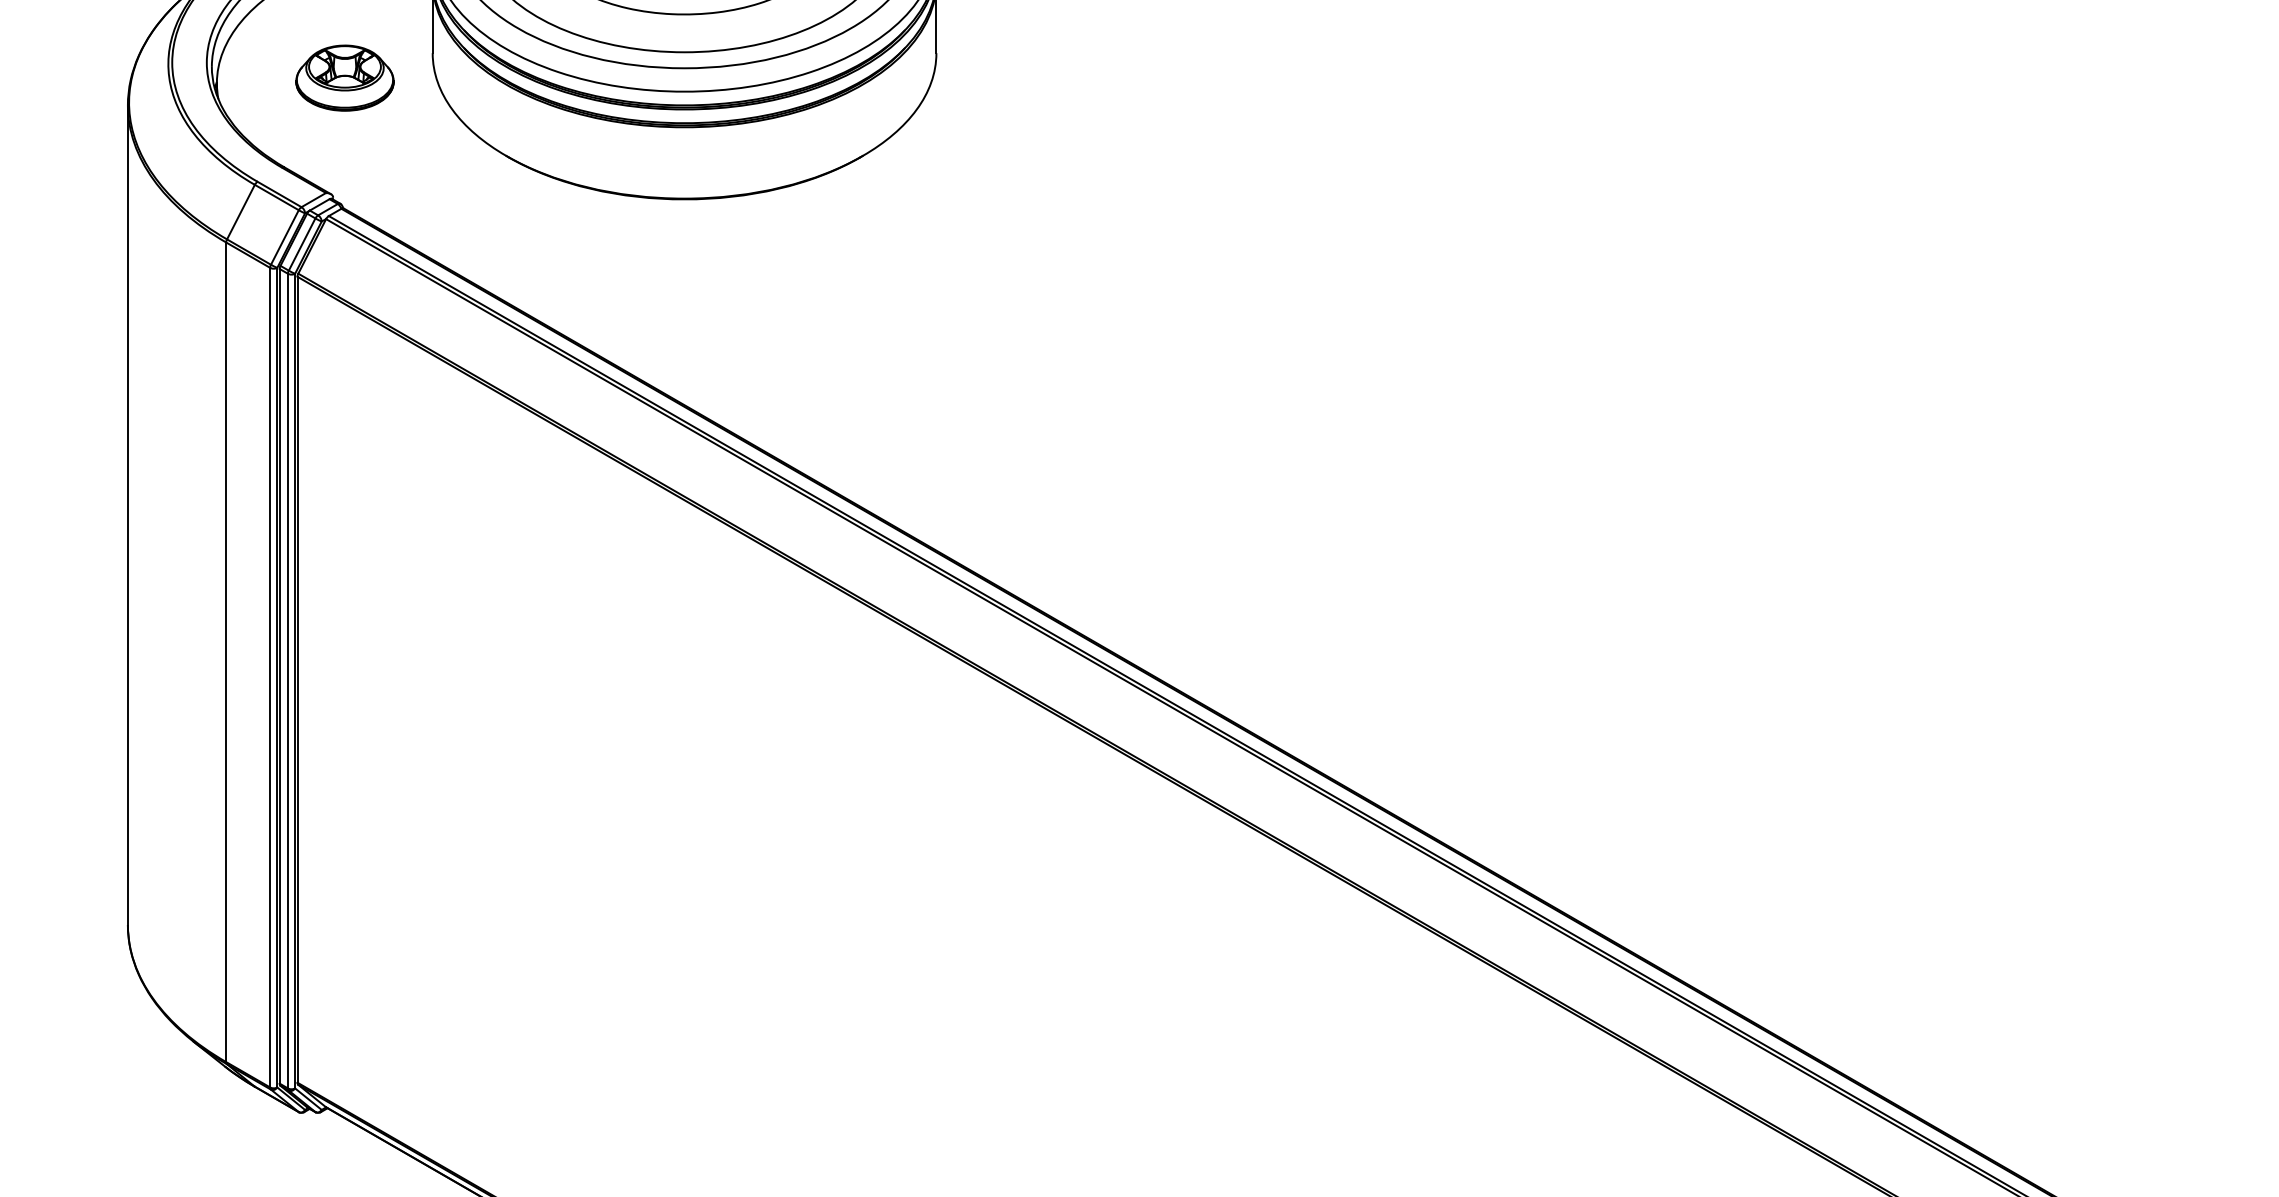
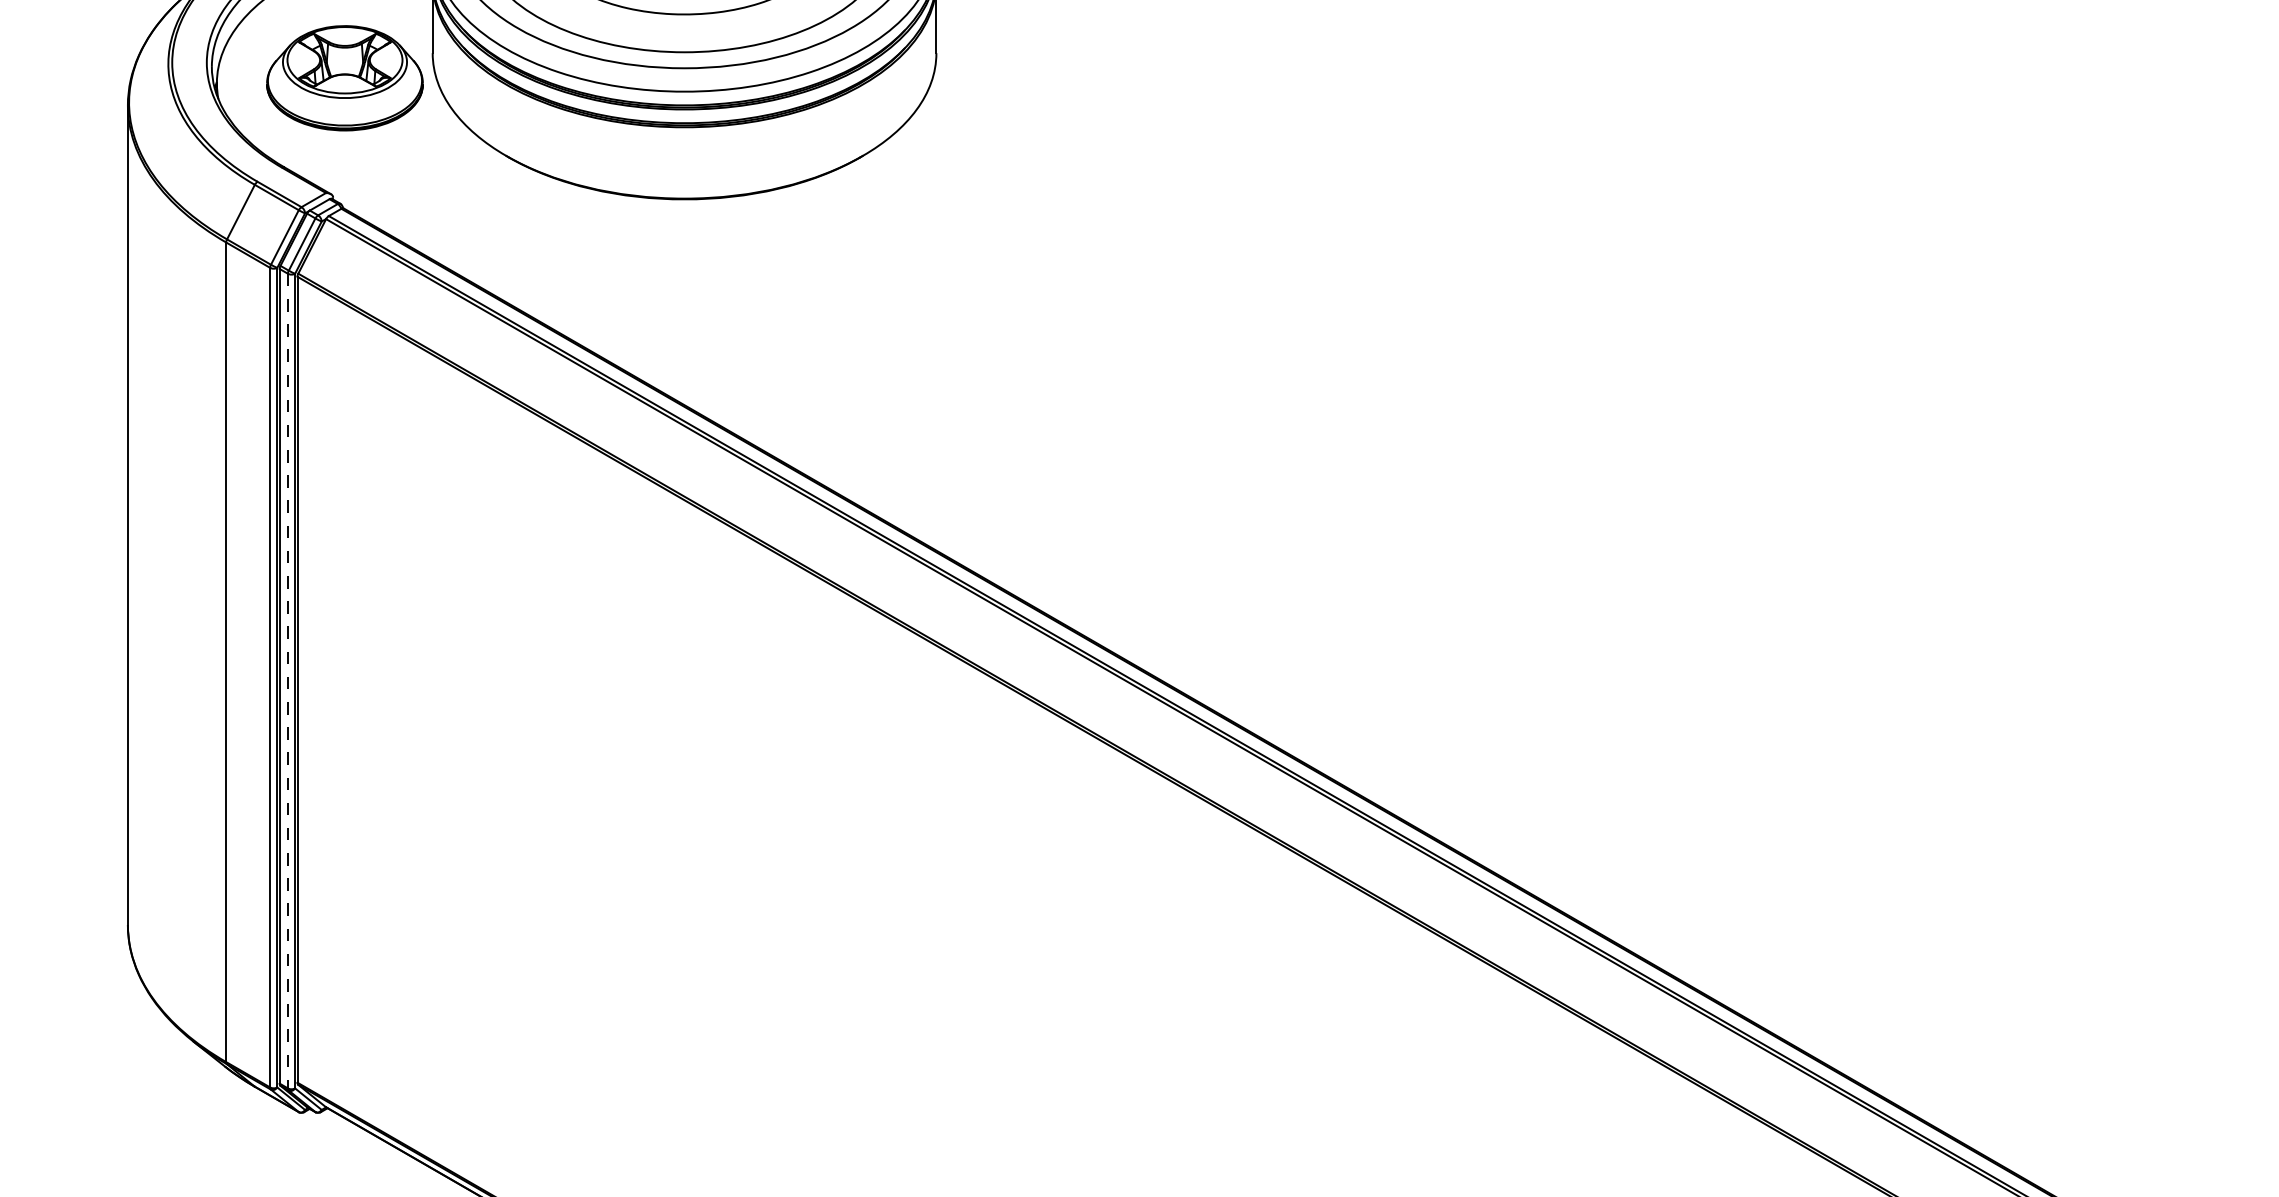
part at (344, 77) size: 100x68 px -> 158x107 px
line at (288, 681): solid -> dashed
